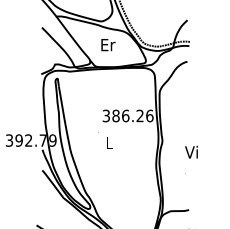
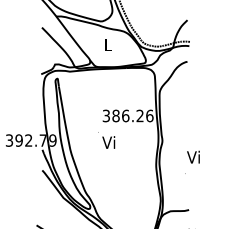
text at (108, 45): Er -> L
text at (108, 142): L -> Vi
text at (191, 151) position: (191, 151) -> (193, 156)
